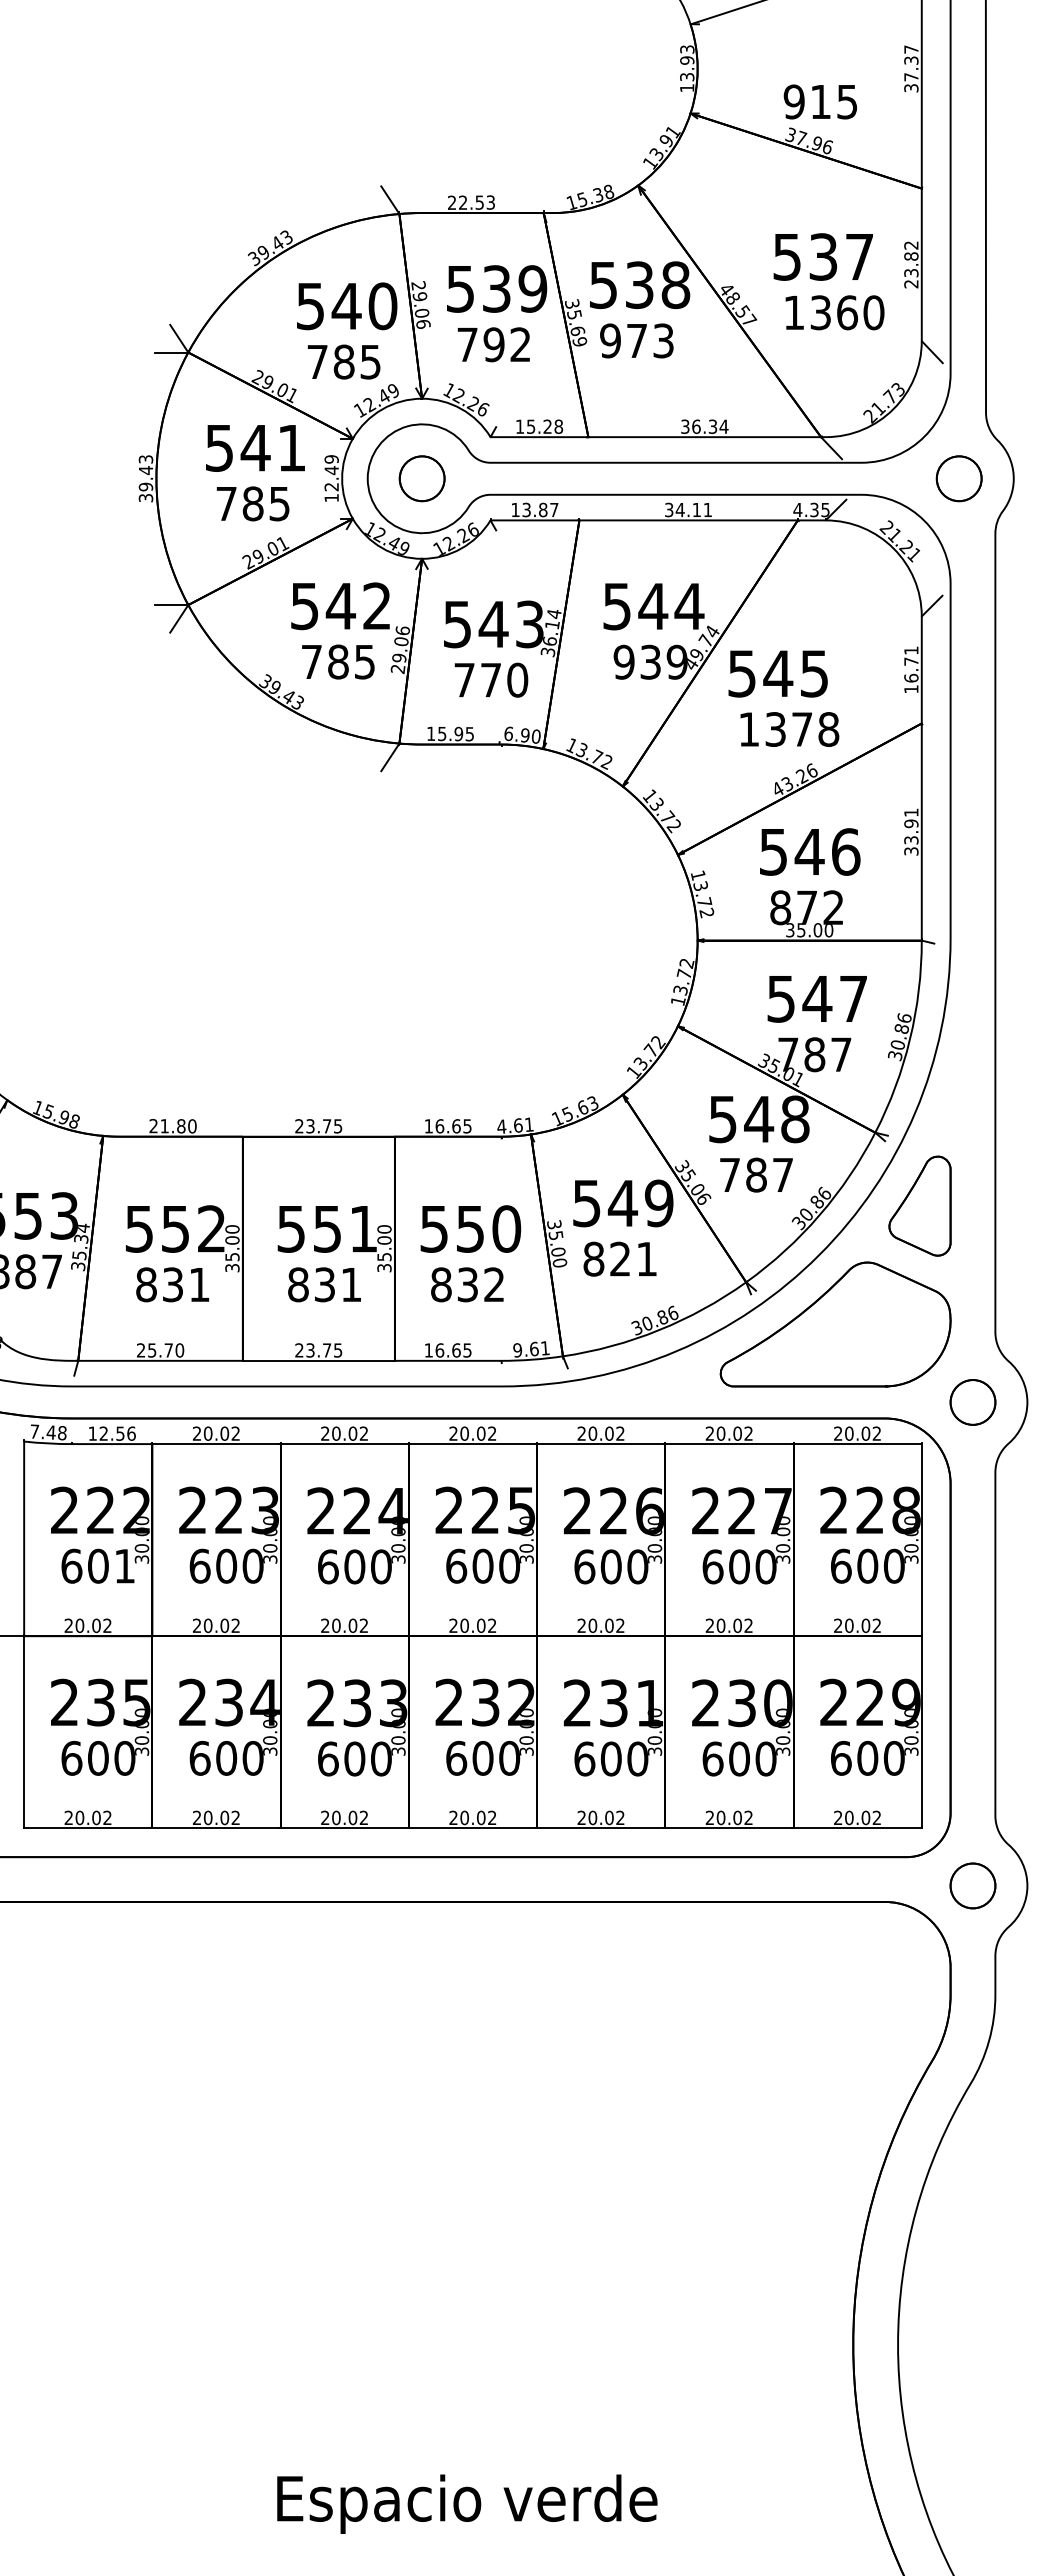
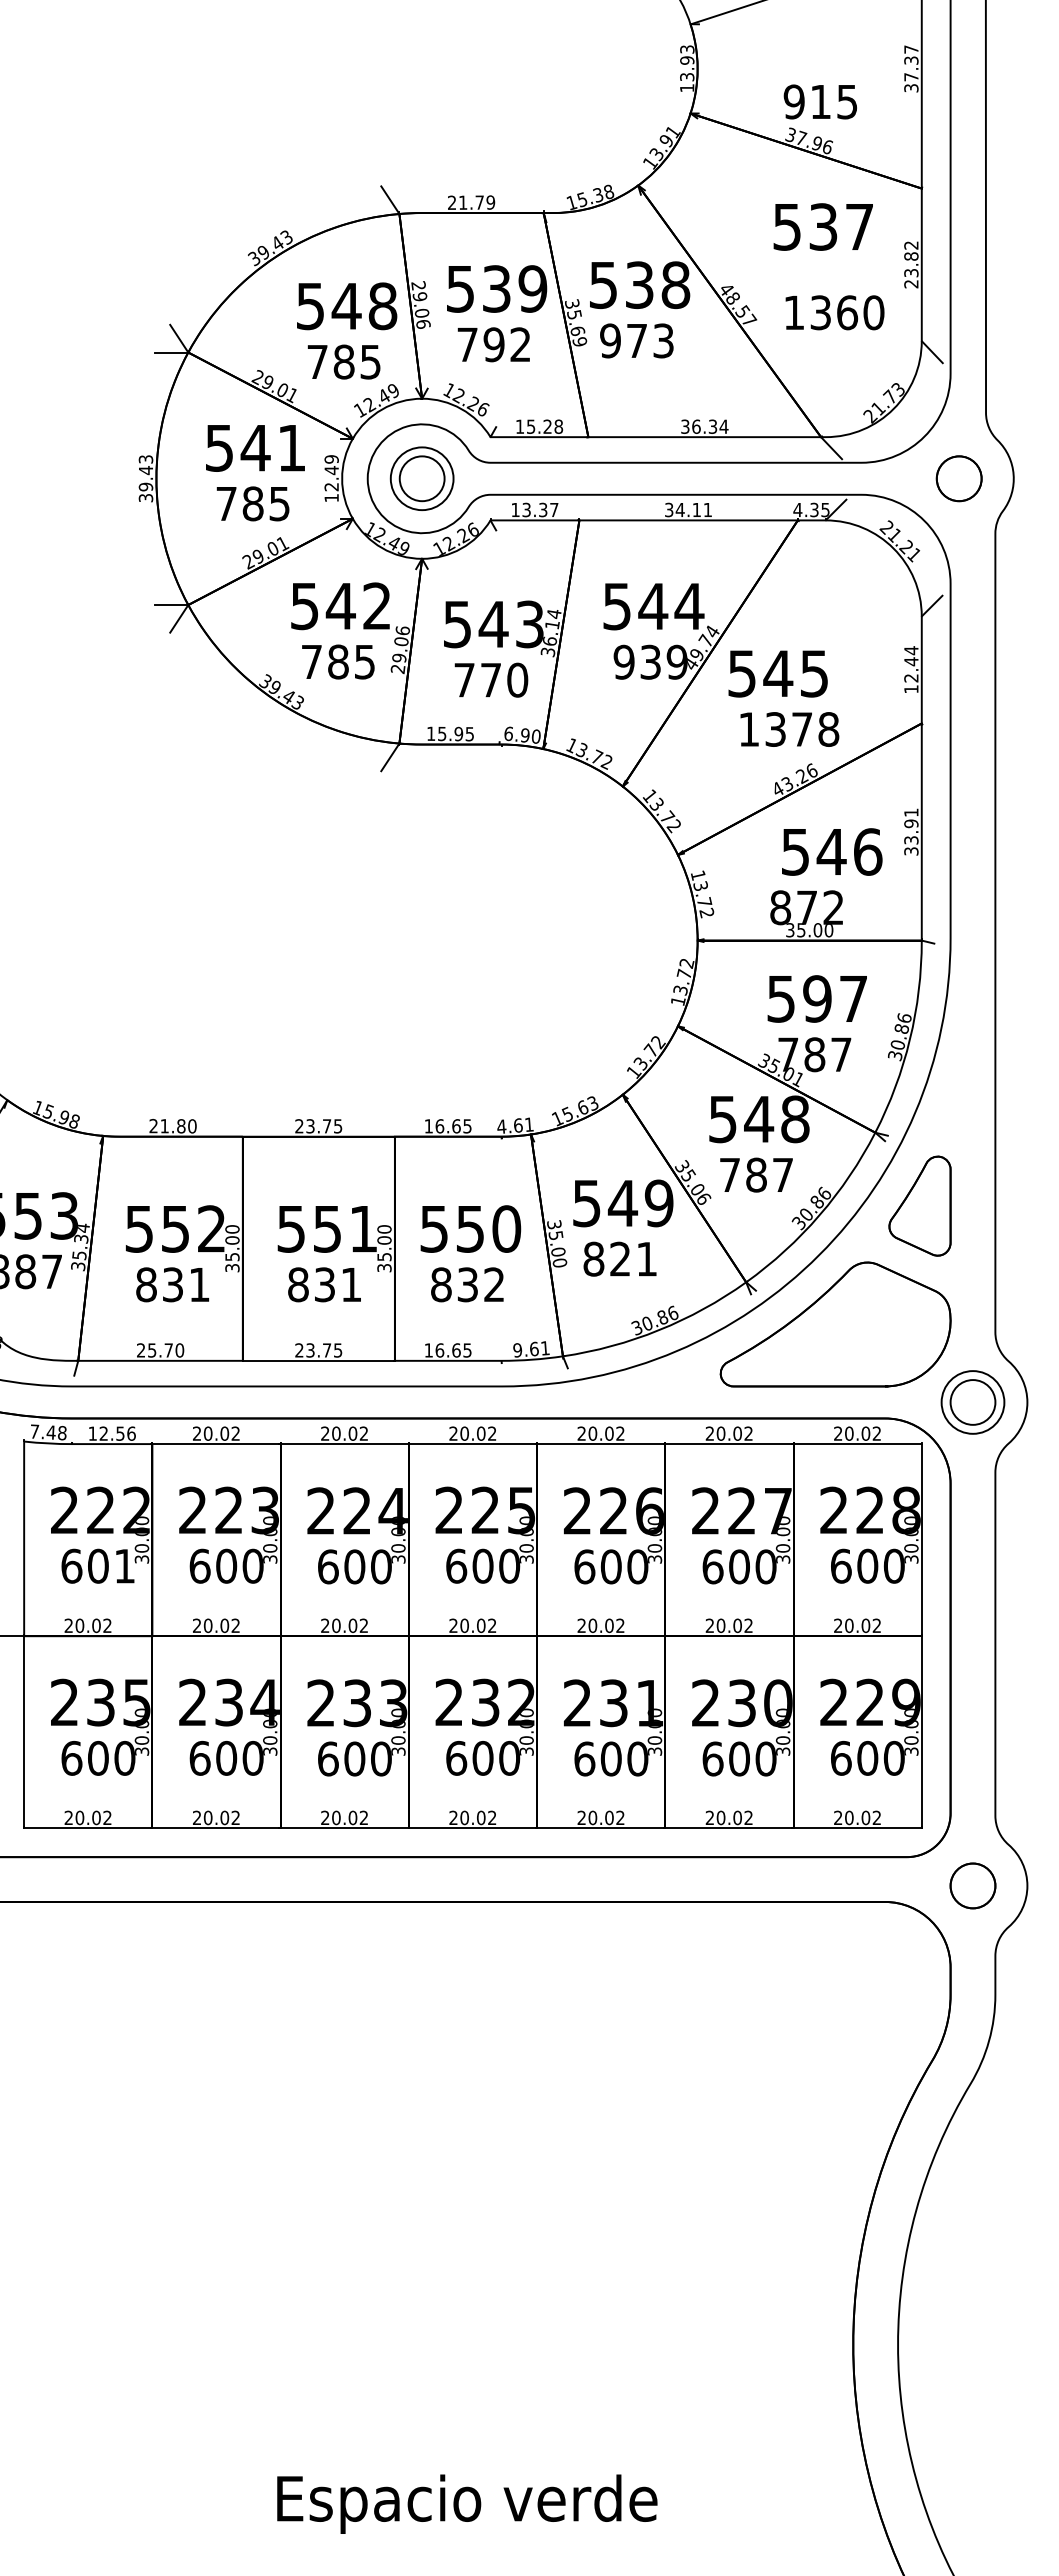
text at (477, 202): 22.53 -> 21.79
text at (822, 256) position: (822, 256) -> (822, 226)
text at (382, 305): 540 -> 548
circle at (421, 478) diameter: 45 px -> 63 px
text at (543, 509): 13.87 -> 13.37
text at (911, 664): 16.71 -> 12.44
text at (810, 851) position: (810, 851) -> (832, 851)
text at (817, 998): 547 -> 597
circle at (972, 1402) diameter: 45 px -> 63 px
